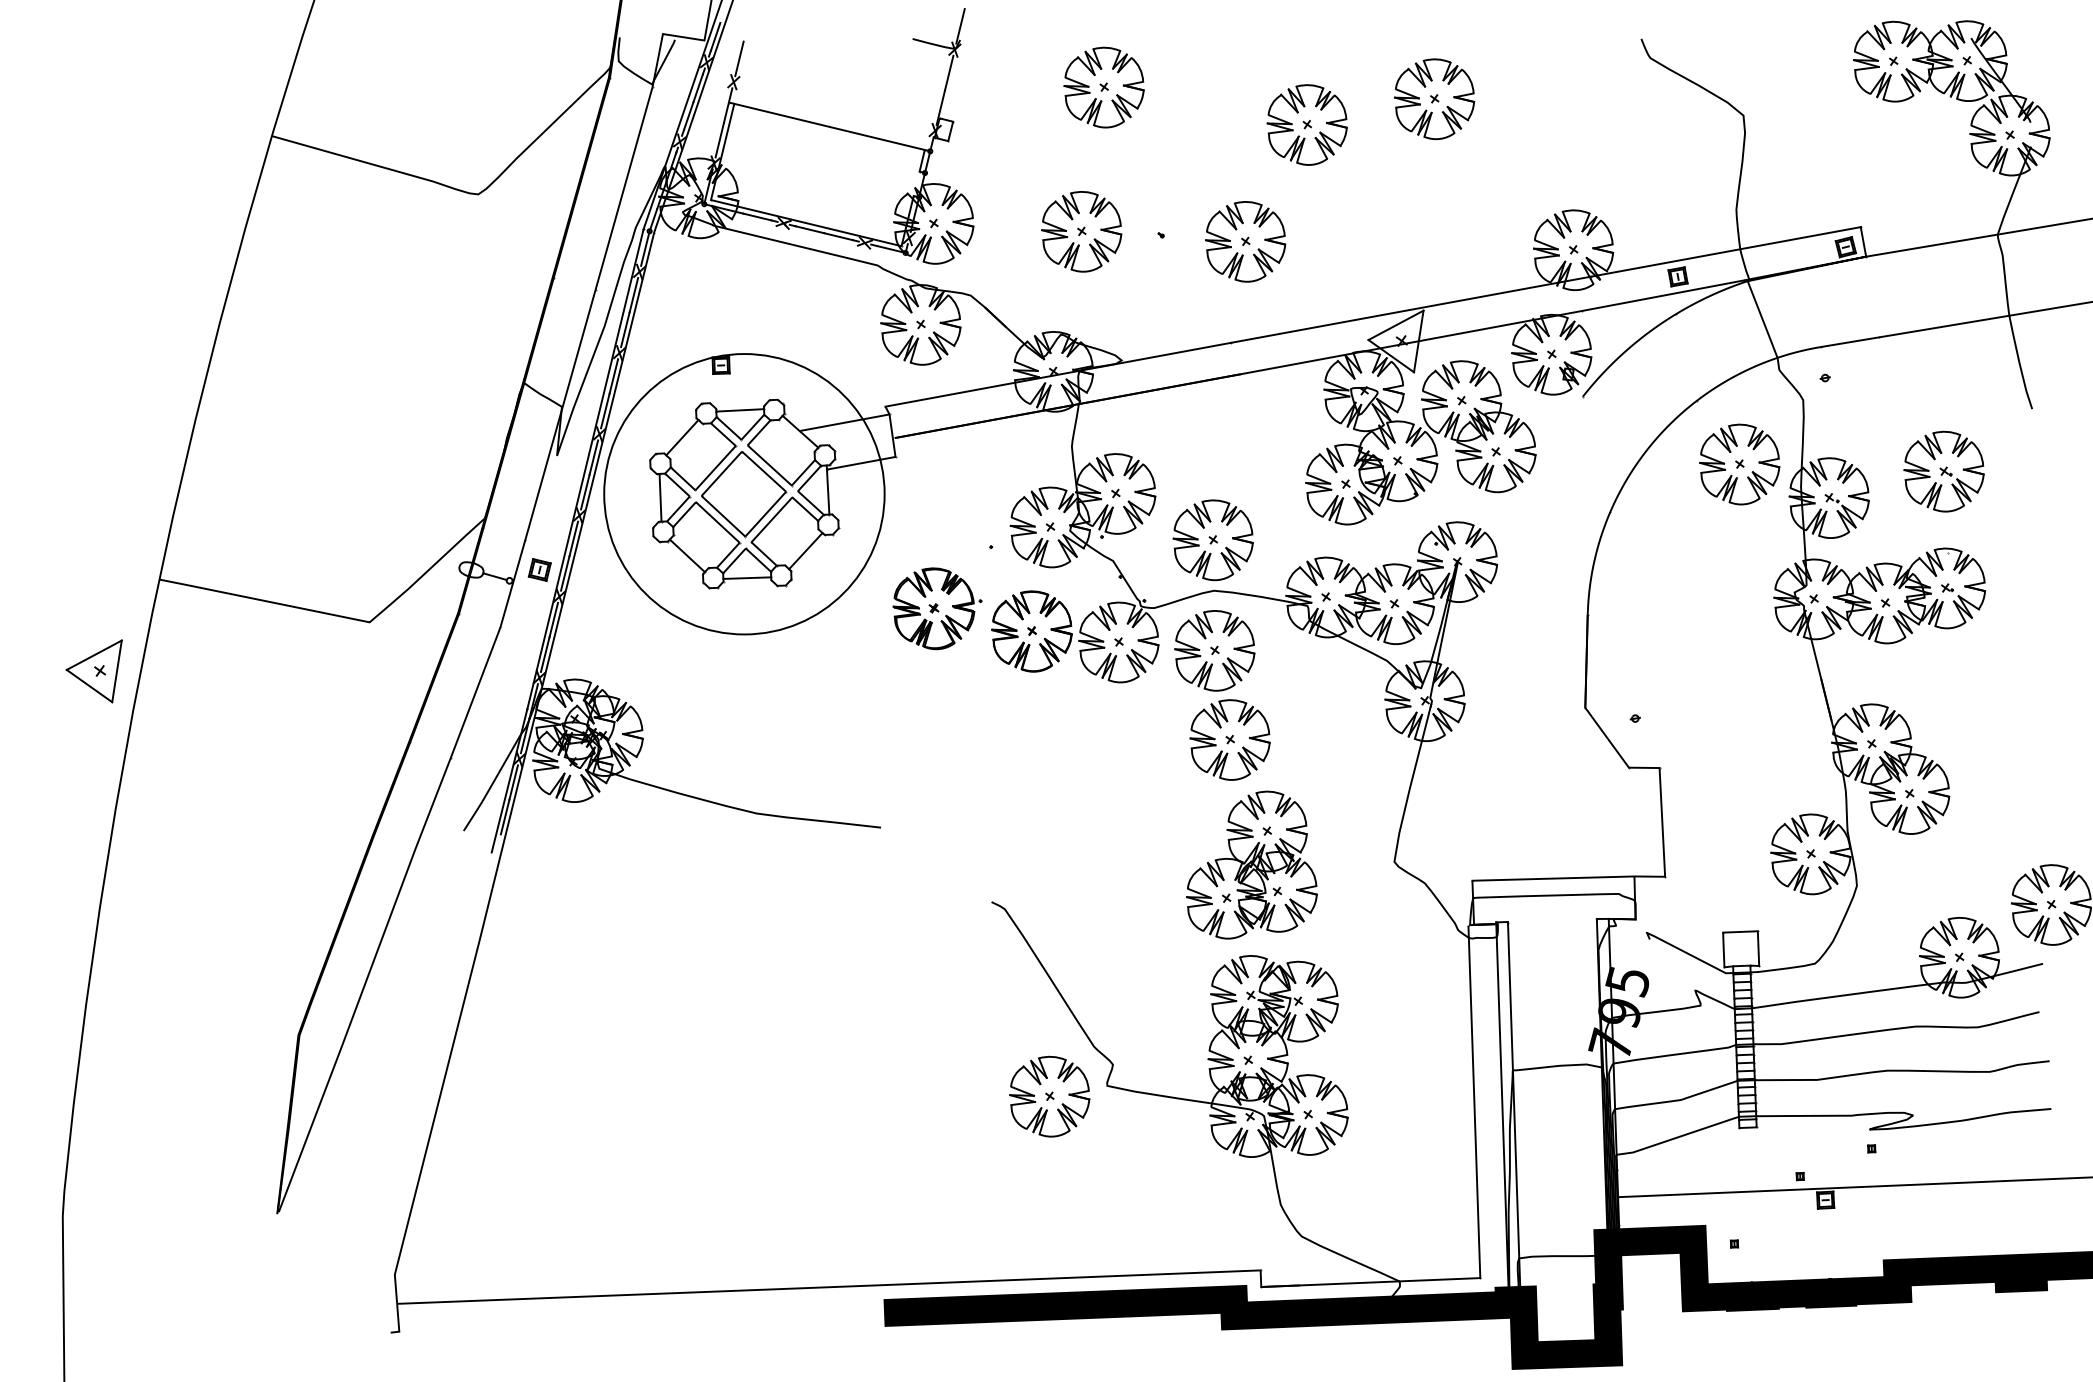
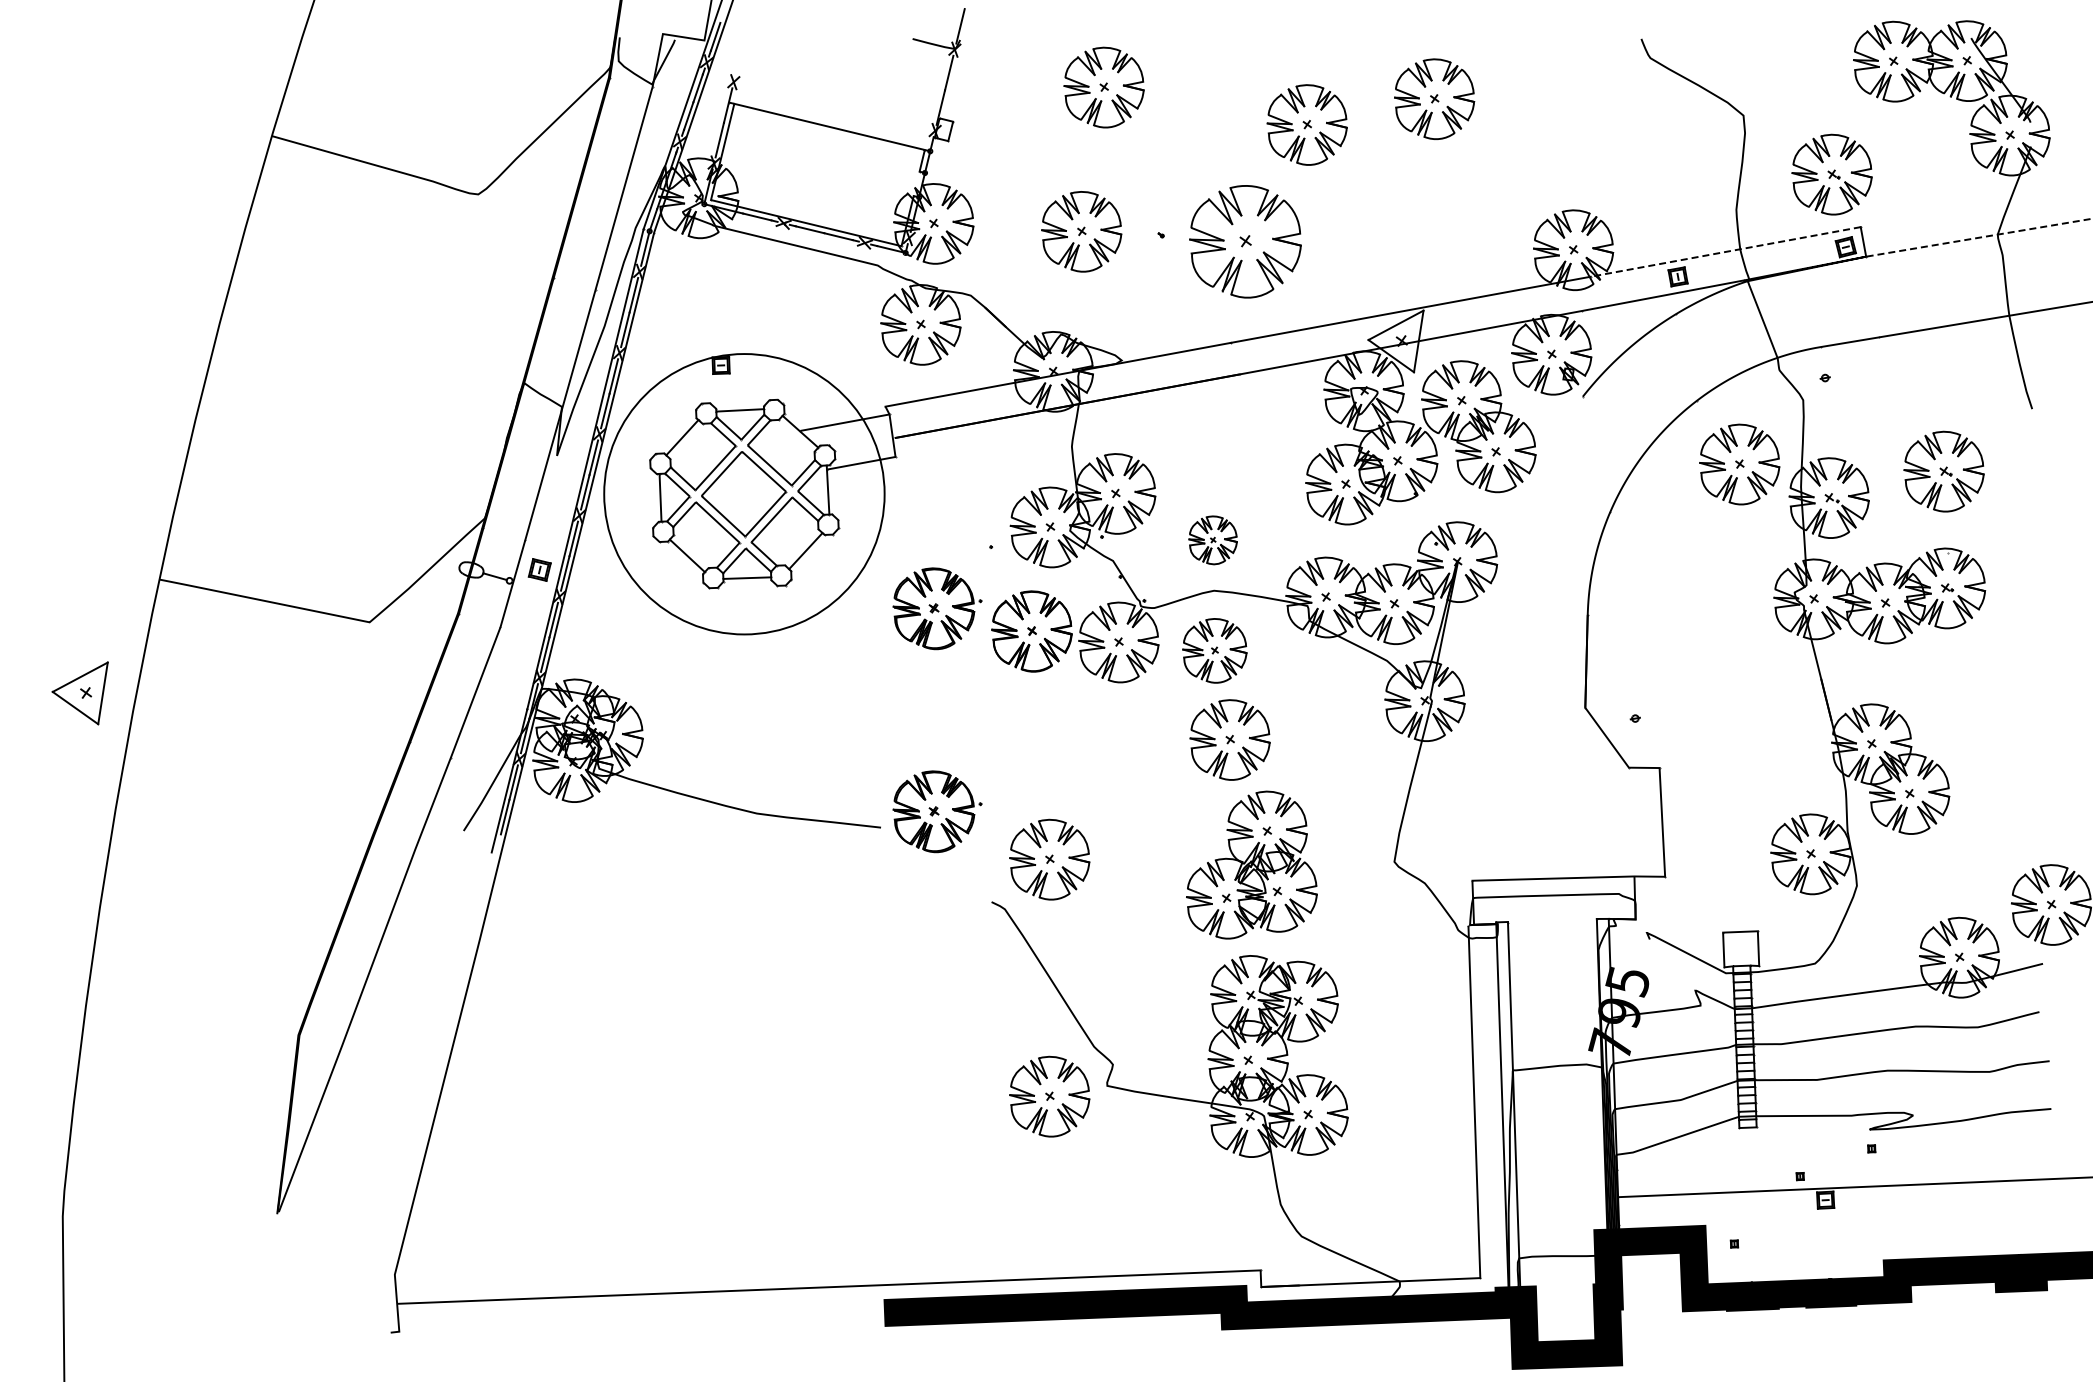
line at (739, 58): present -> none
part at (1831, 174): none -> present
line at (1979, 237): solid -> dashed
part at (1245, 241) size: 82x82 px -> 113x114 px
line at (1725, 252): solid -> dashed
part at (1212, 540) size: 82x83 px -> 50x51 px
part at (1214, 650) size: 82x82 px -> 66x66 px
part at (93, 671) position: (93, 671) -> (79, 693)
part at (937, 811): none -> present
part at (1049, 859): none -> present
